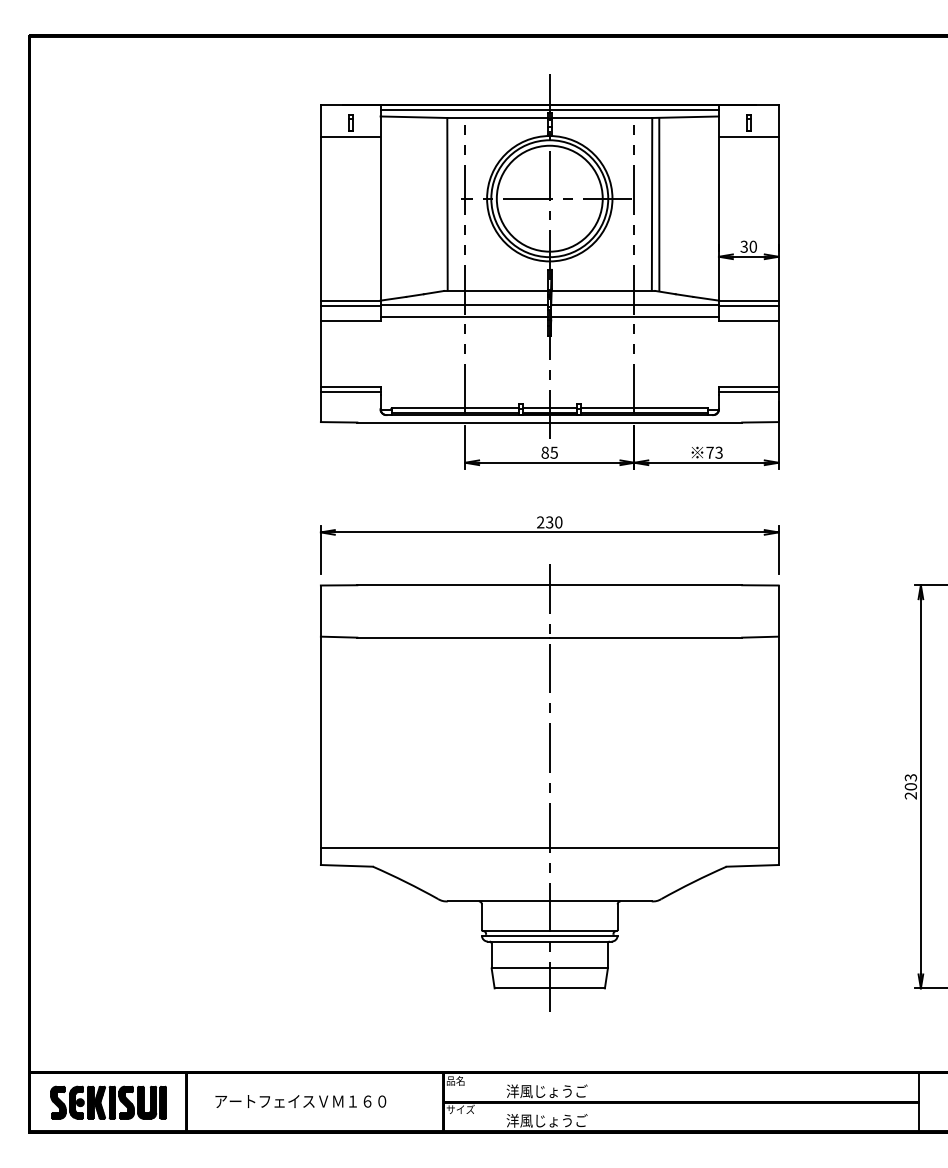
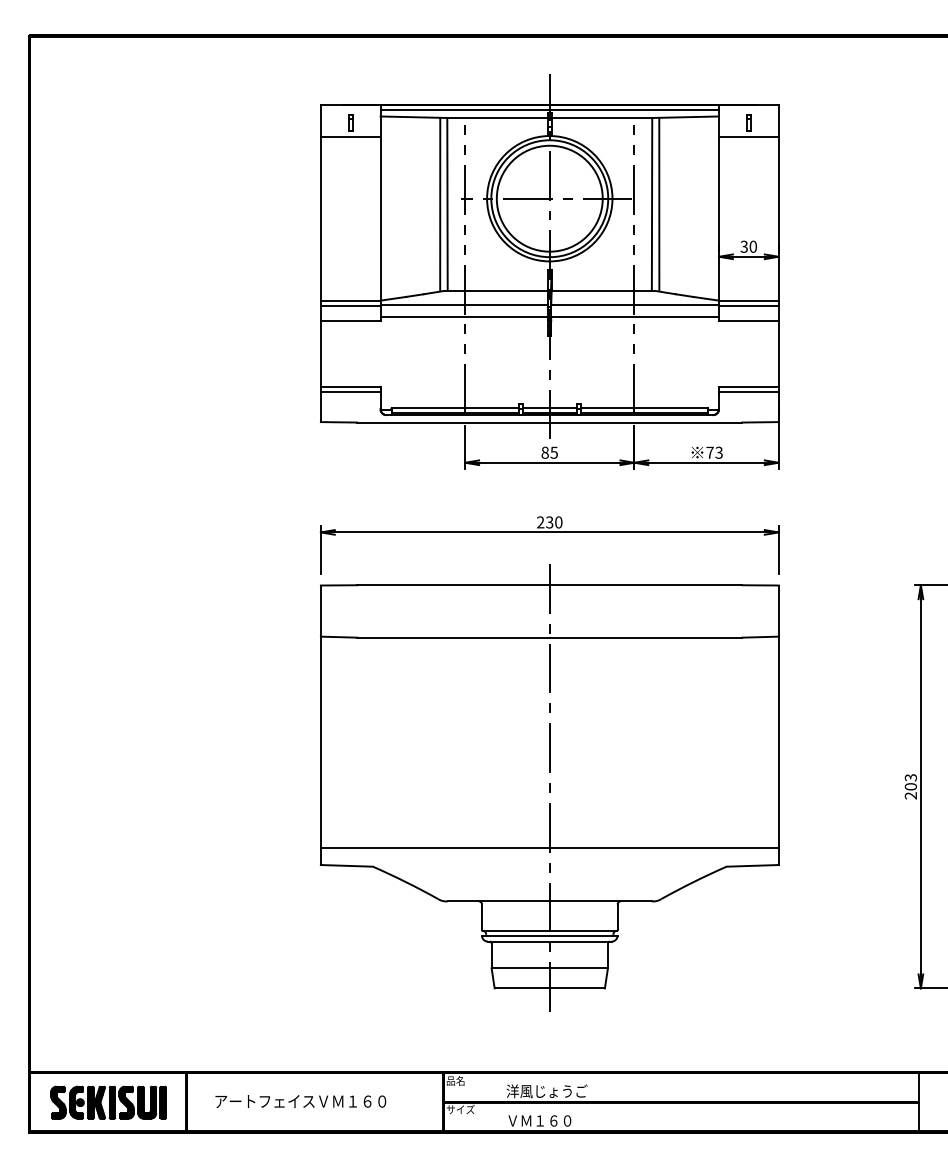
line at (440, 204): none -> present
text at (546, 1120): 洋風じょうご -> ＶＭ１６０
